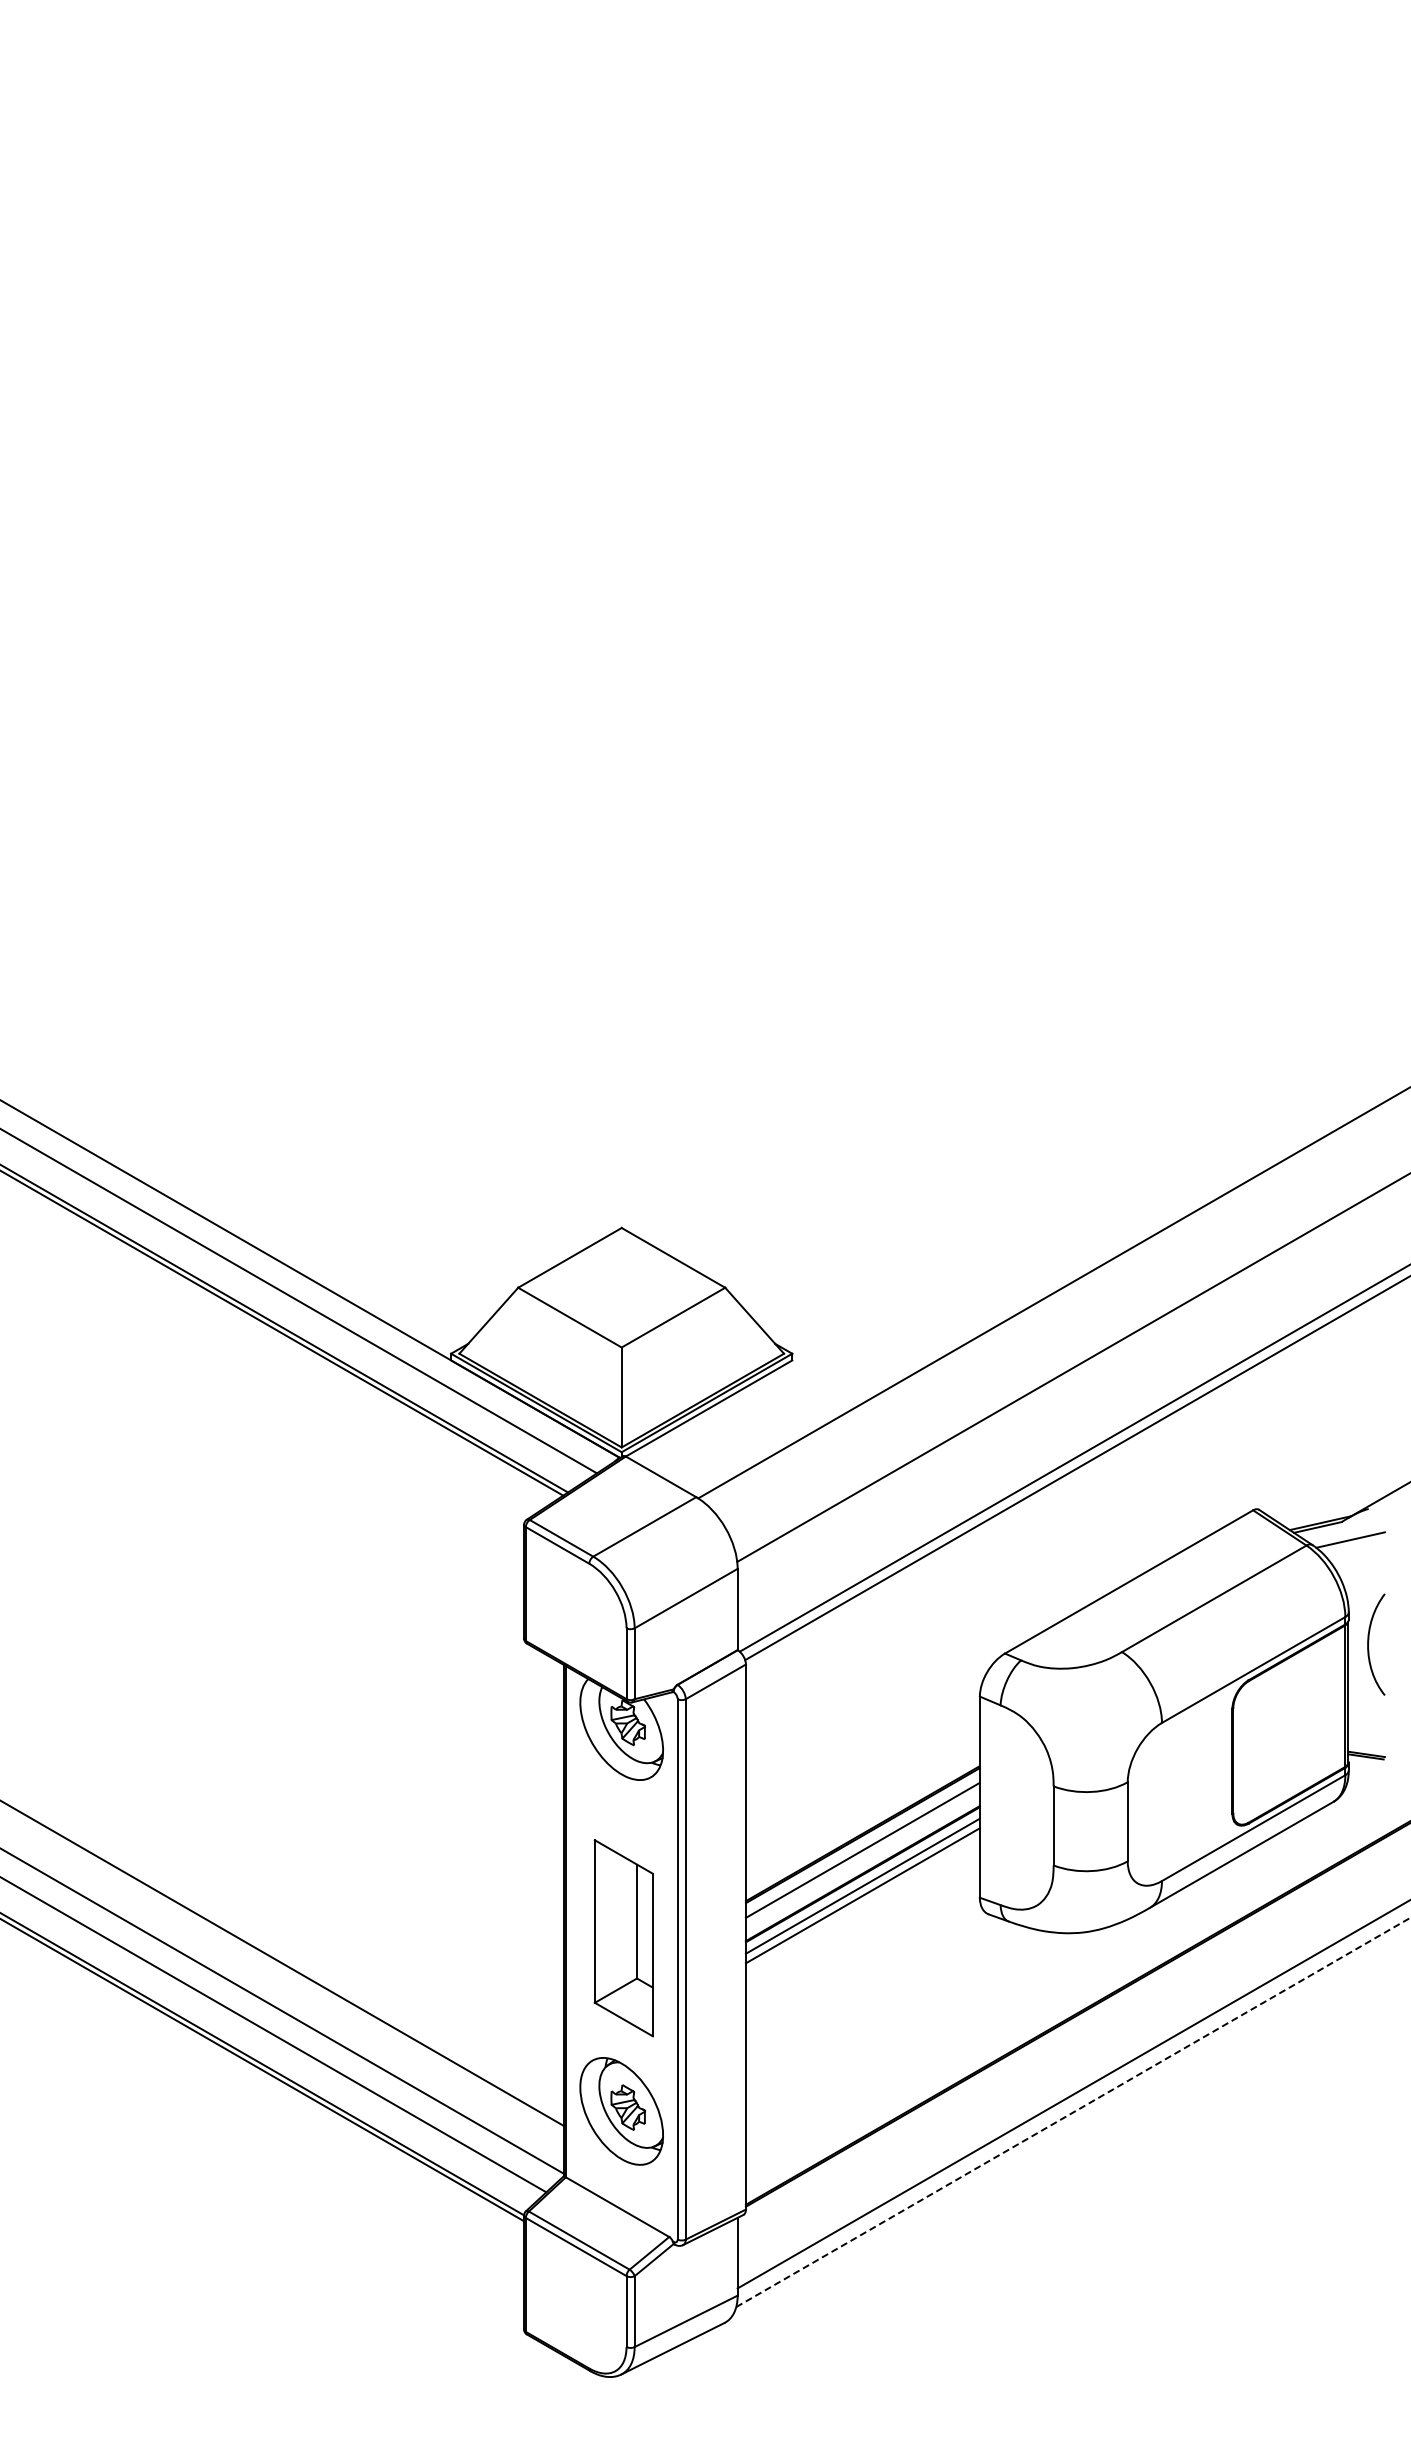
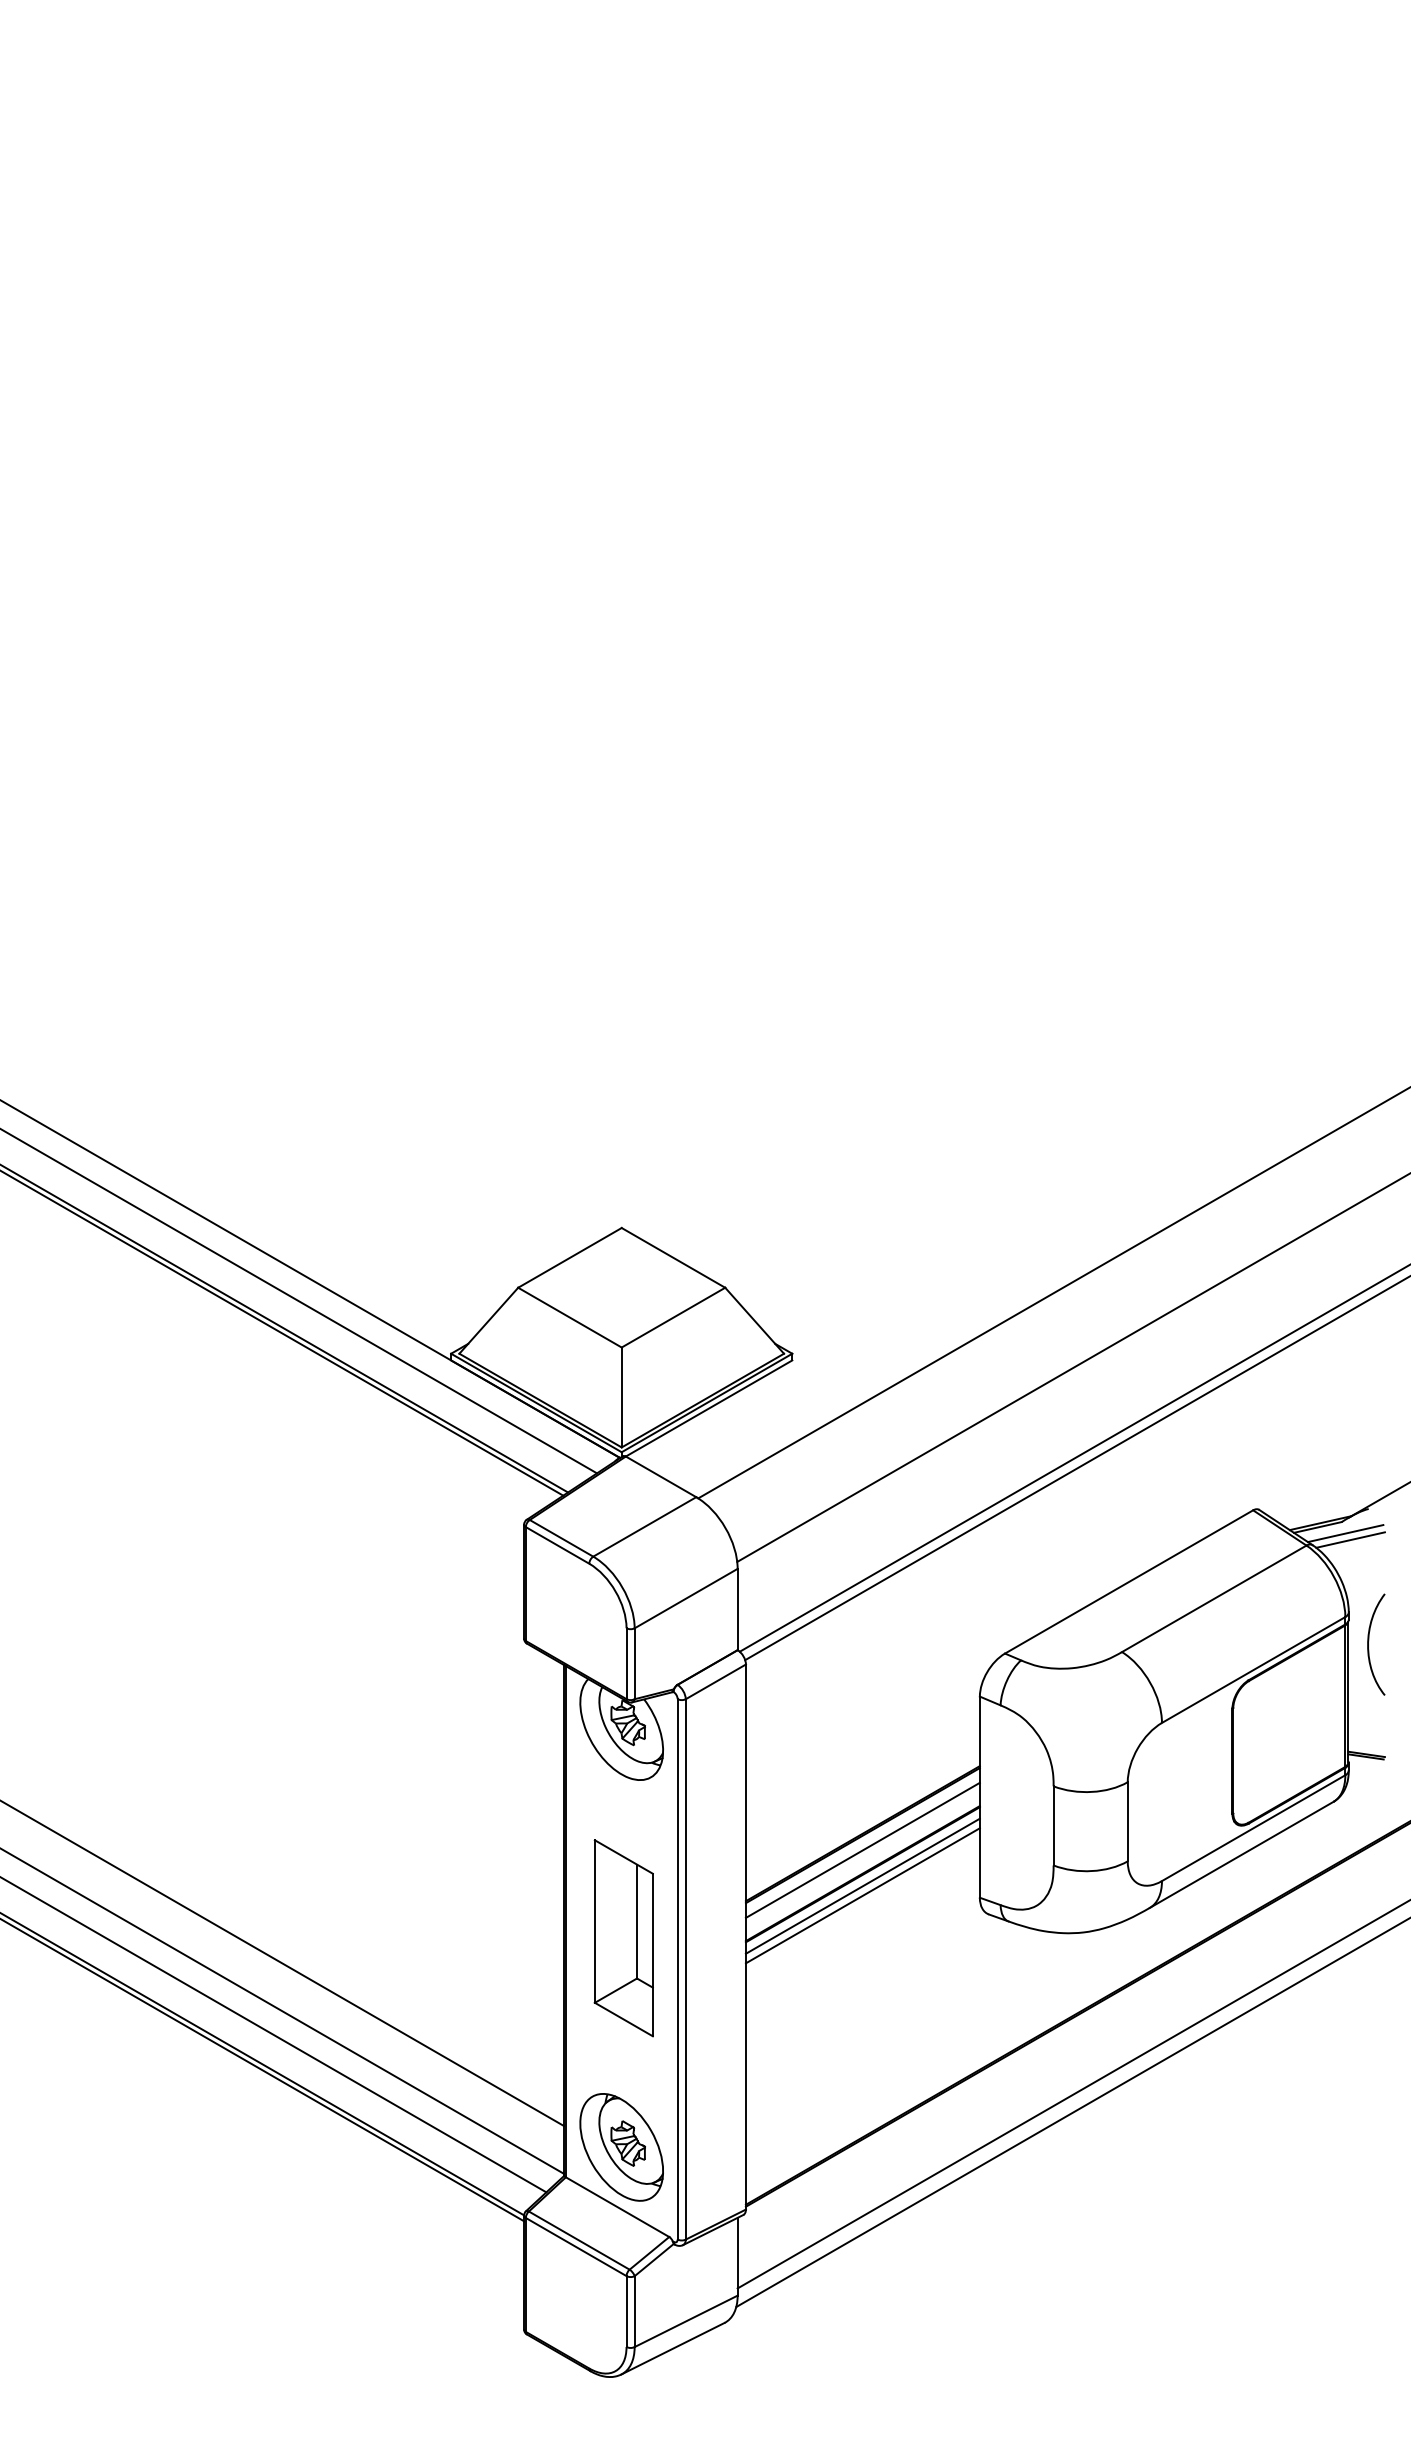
line at (1345, 1533): none -> present
part at (621, 2111) position: (621, 2111) -> (621, 2147)
line at (1074, 2112): dashed -> solid
